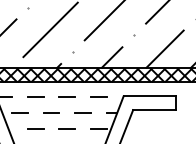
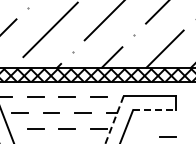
line at (155, 110): solid -> dashed
line at (114, 120): solid -> dashed
line at (167, 136): none -> present
